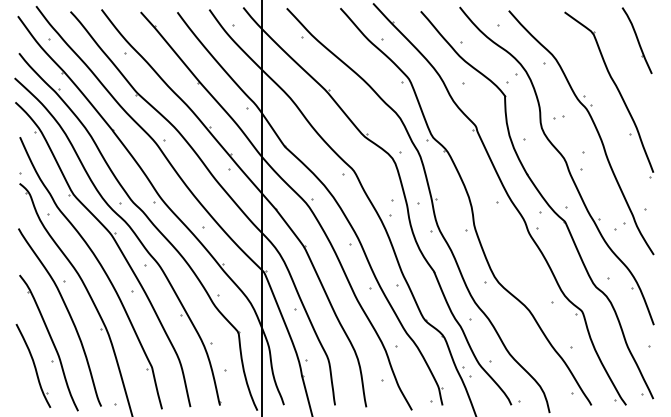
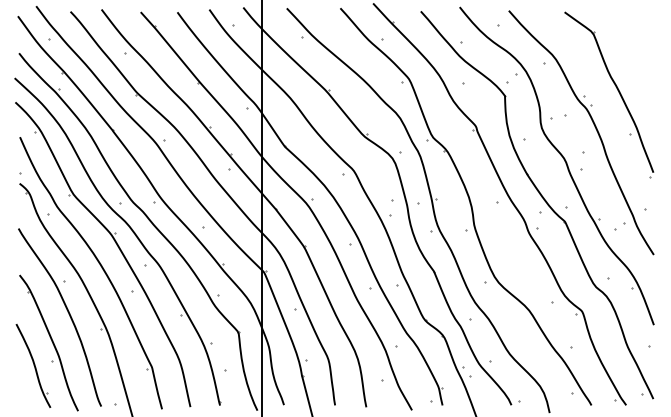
part at (636, 40): present -> none
part at (558, 117) size: 12x5 px -> 17x6 px
